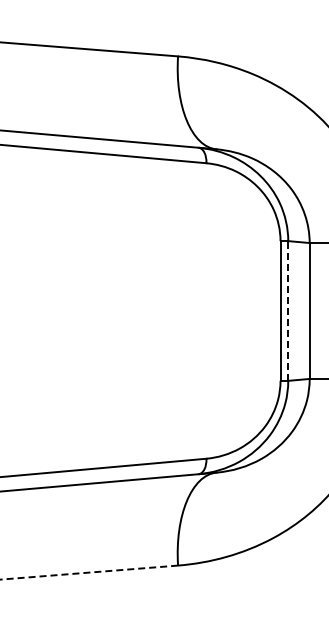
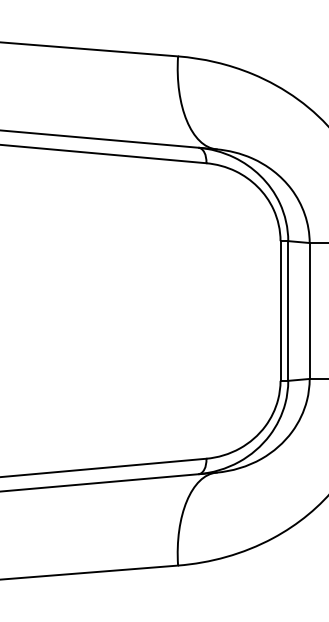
line at (288, 310): dashed -> solid
line at (89, 572): dashed -> solid
